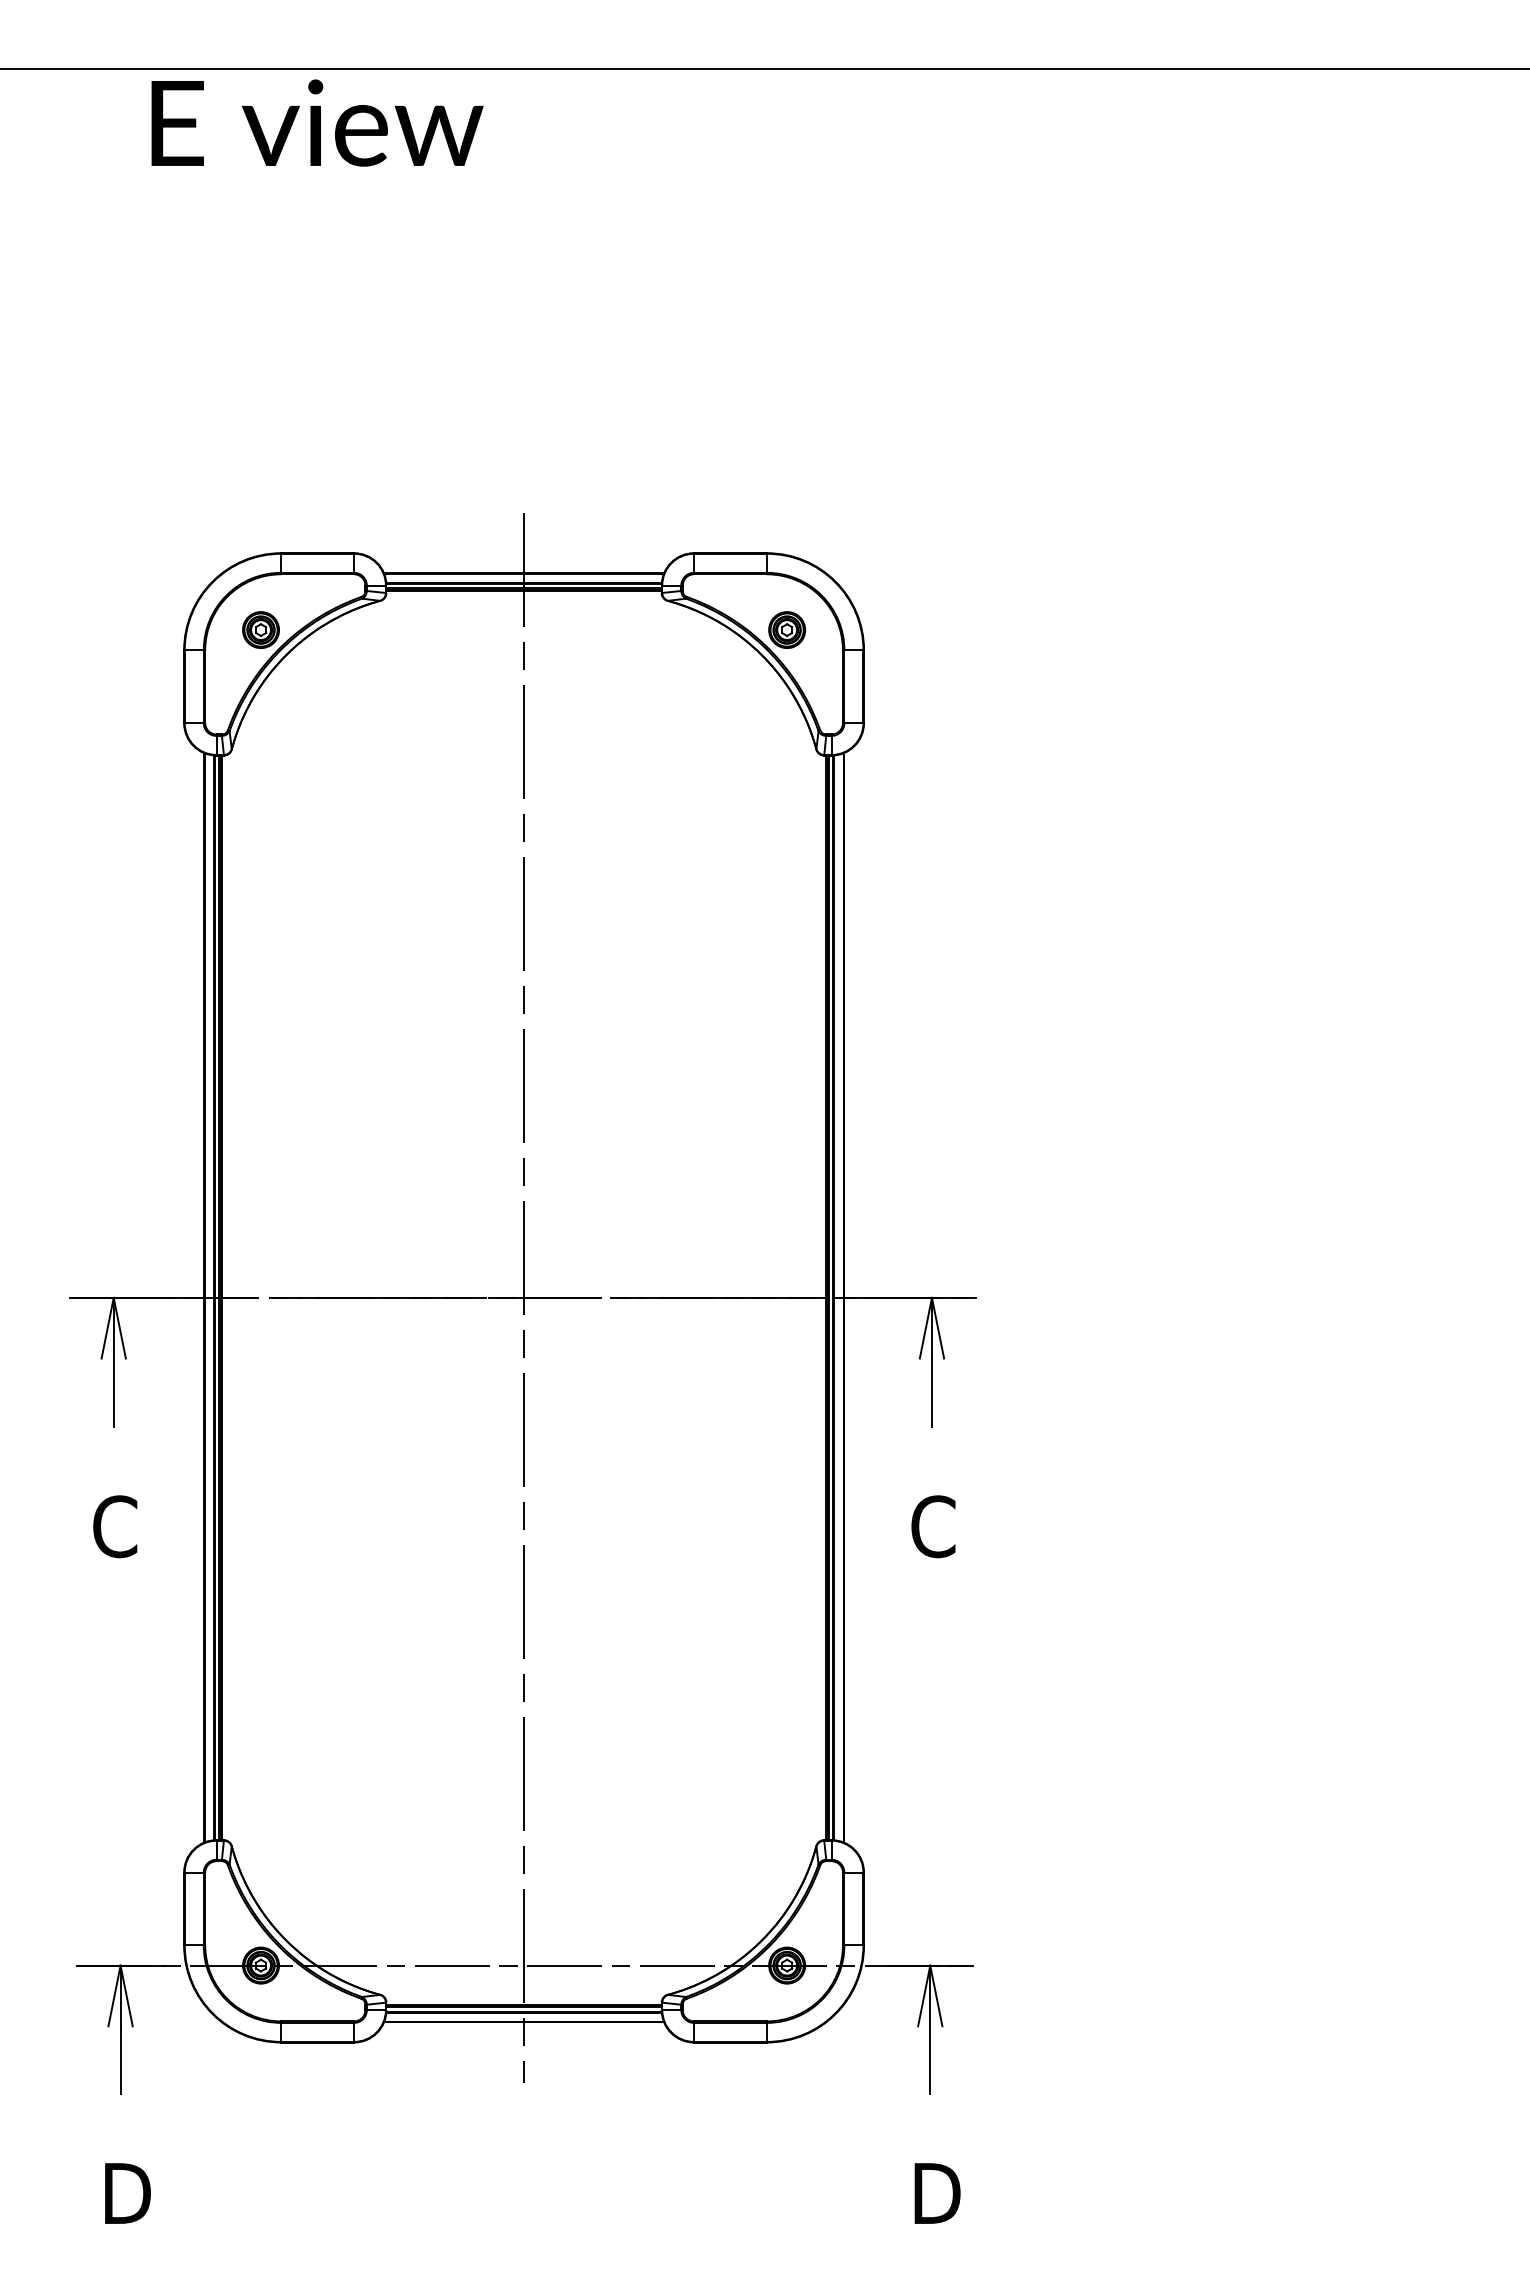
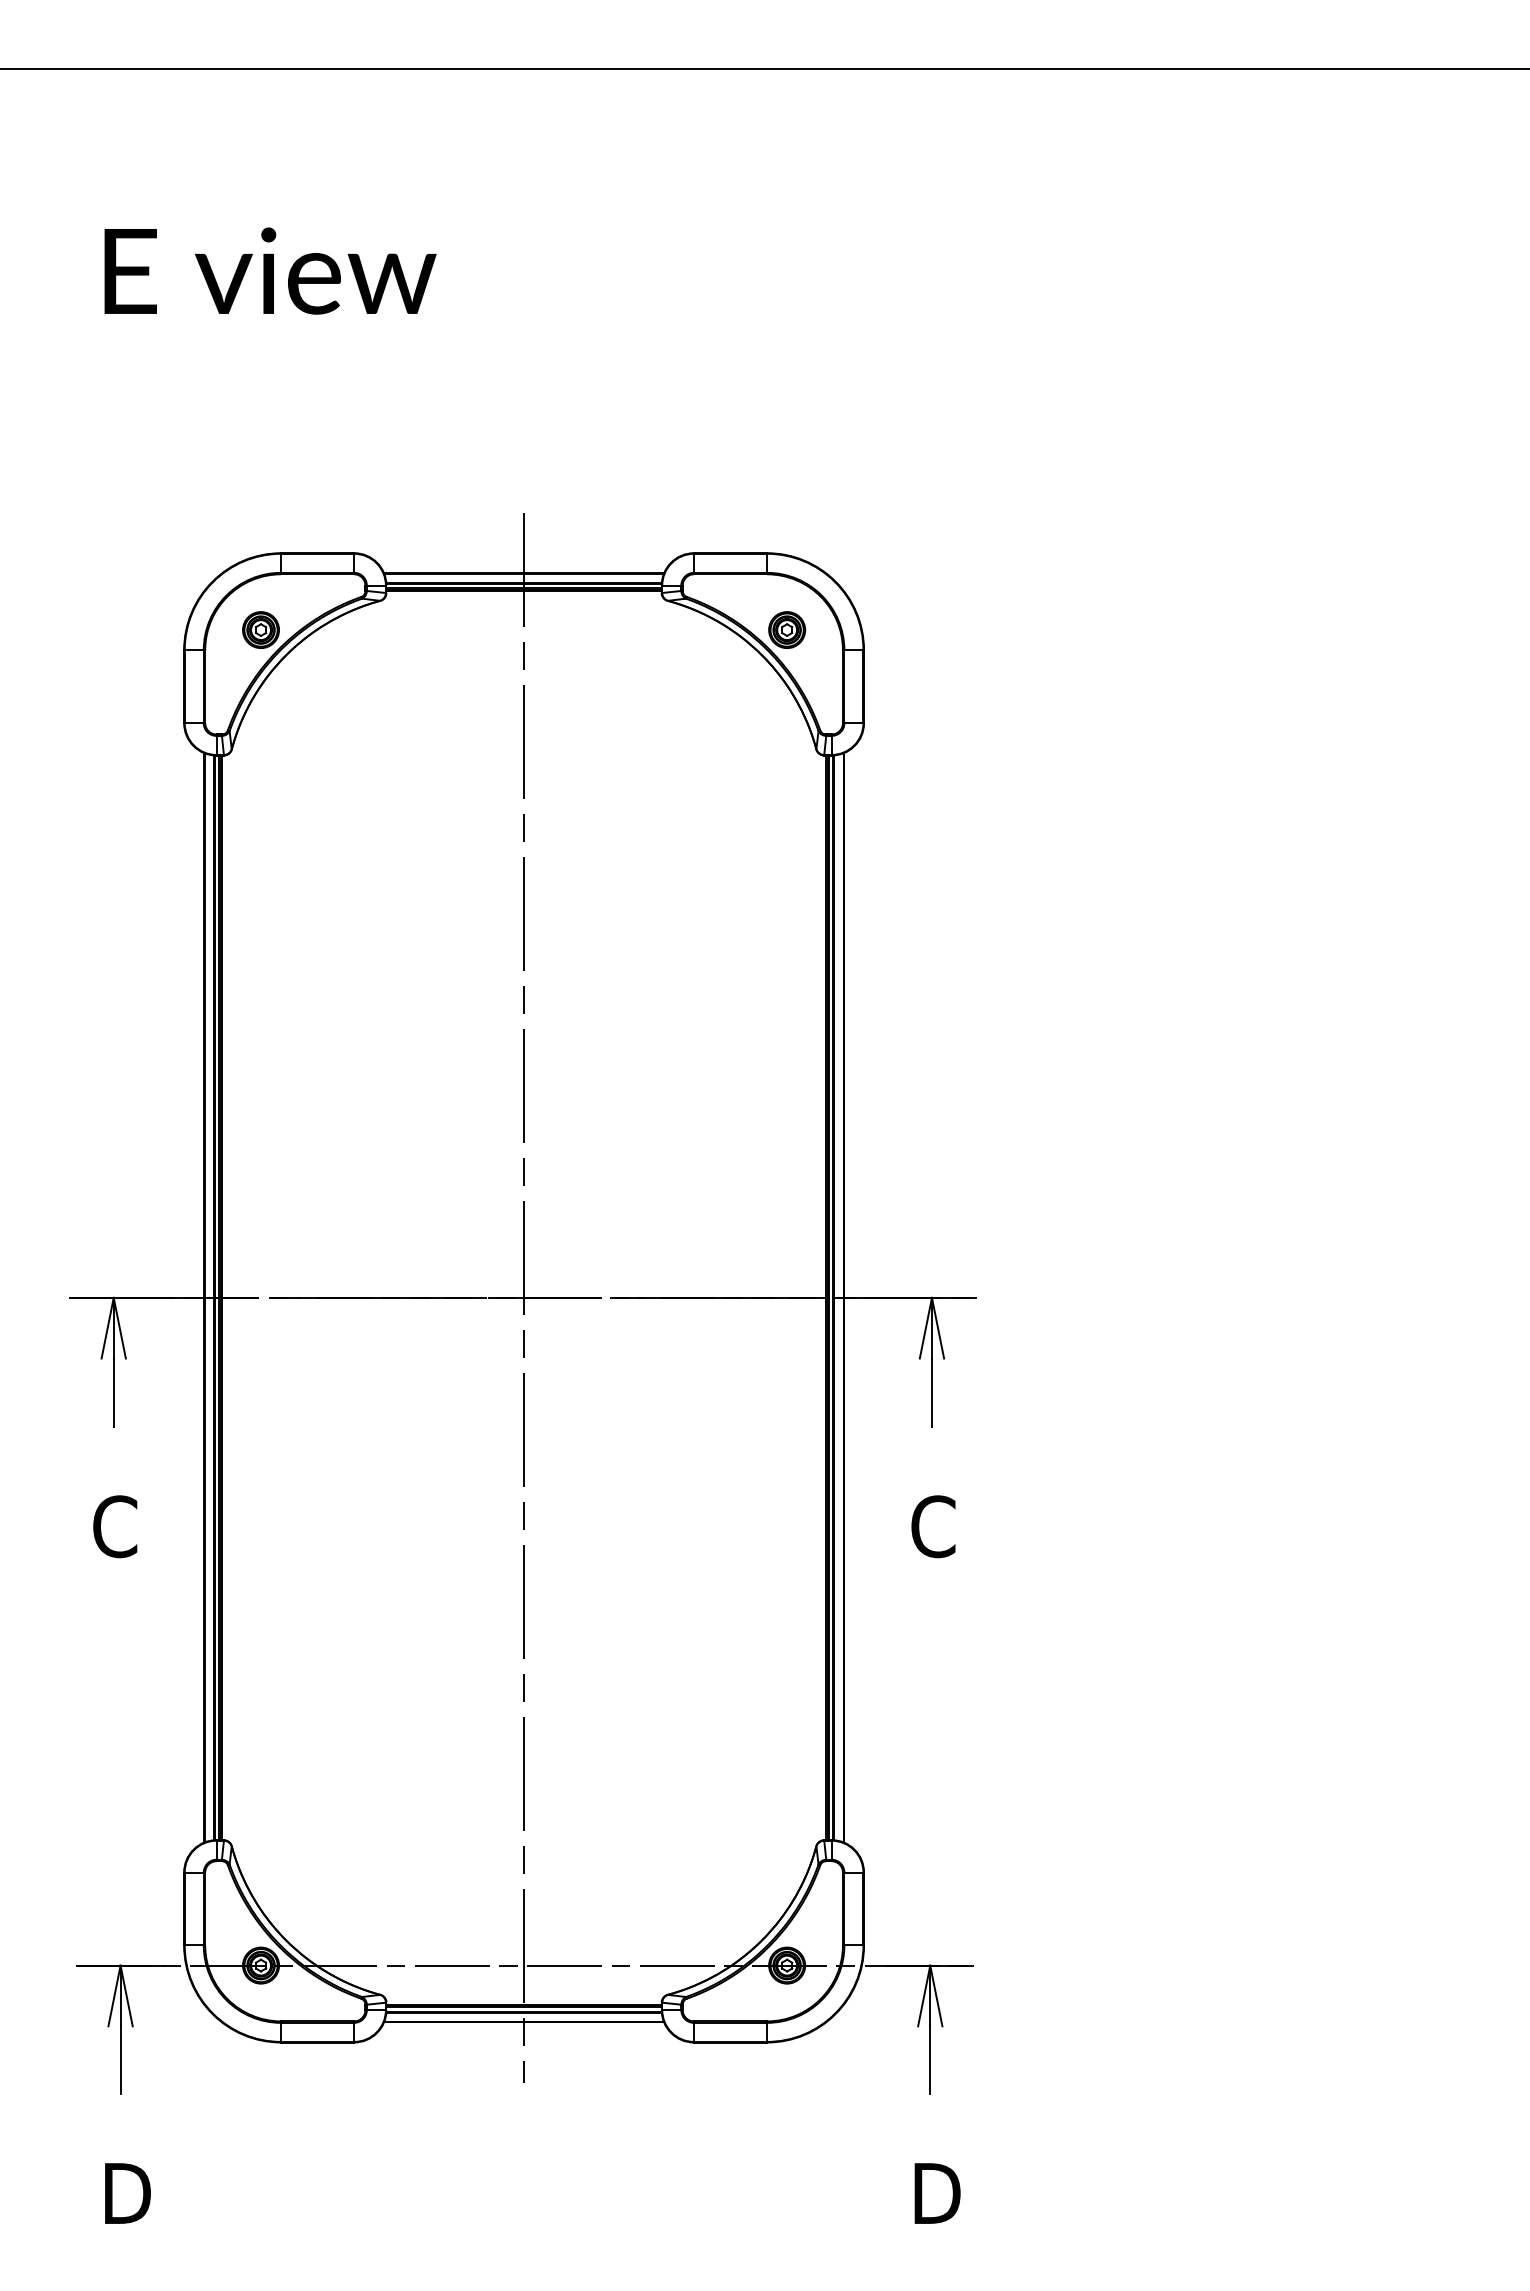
text at (317, 122) position: (317, 122) -> (270, 270)
